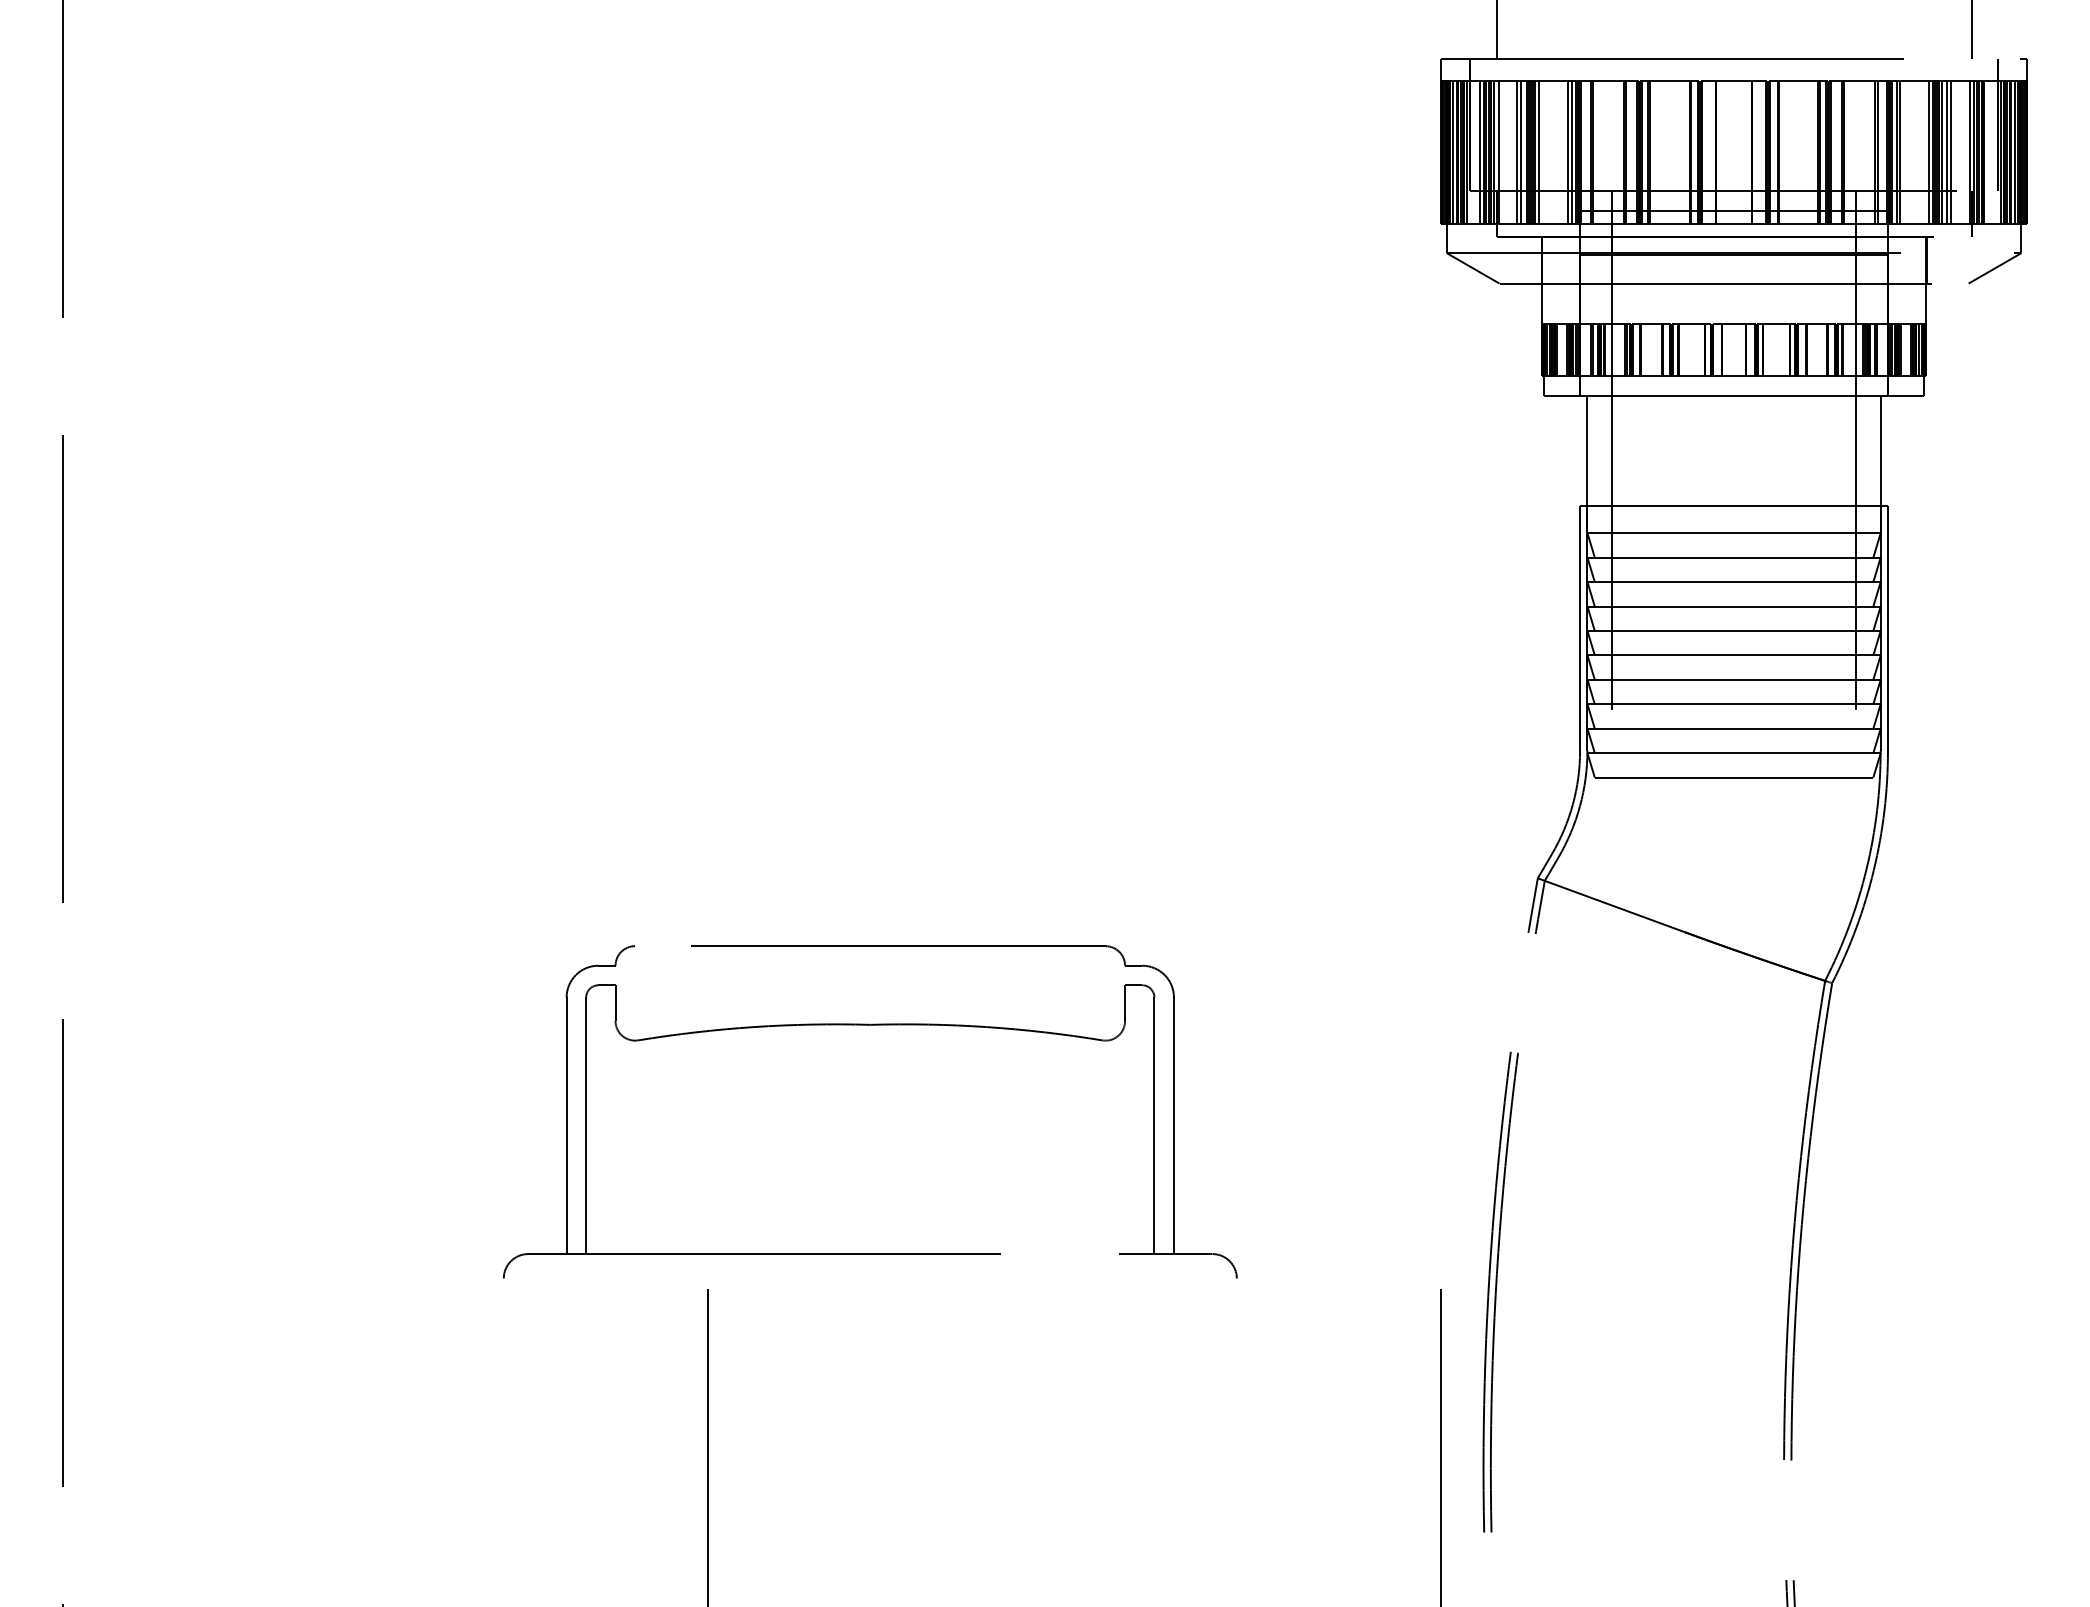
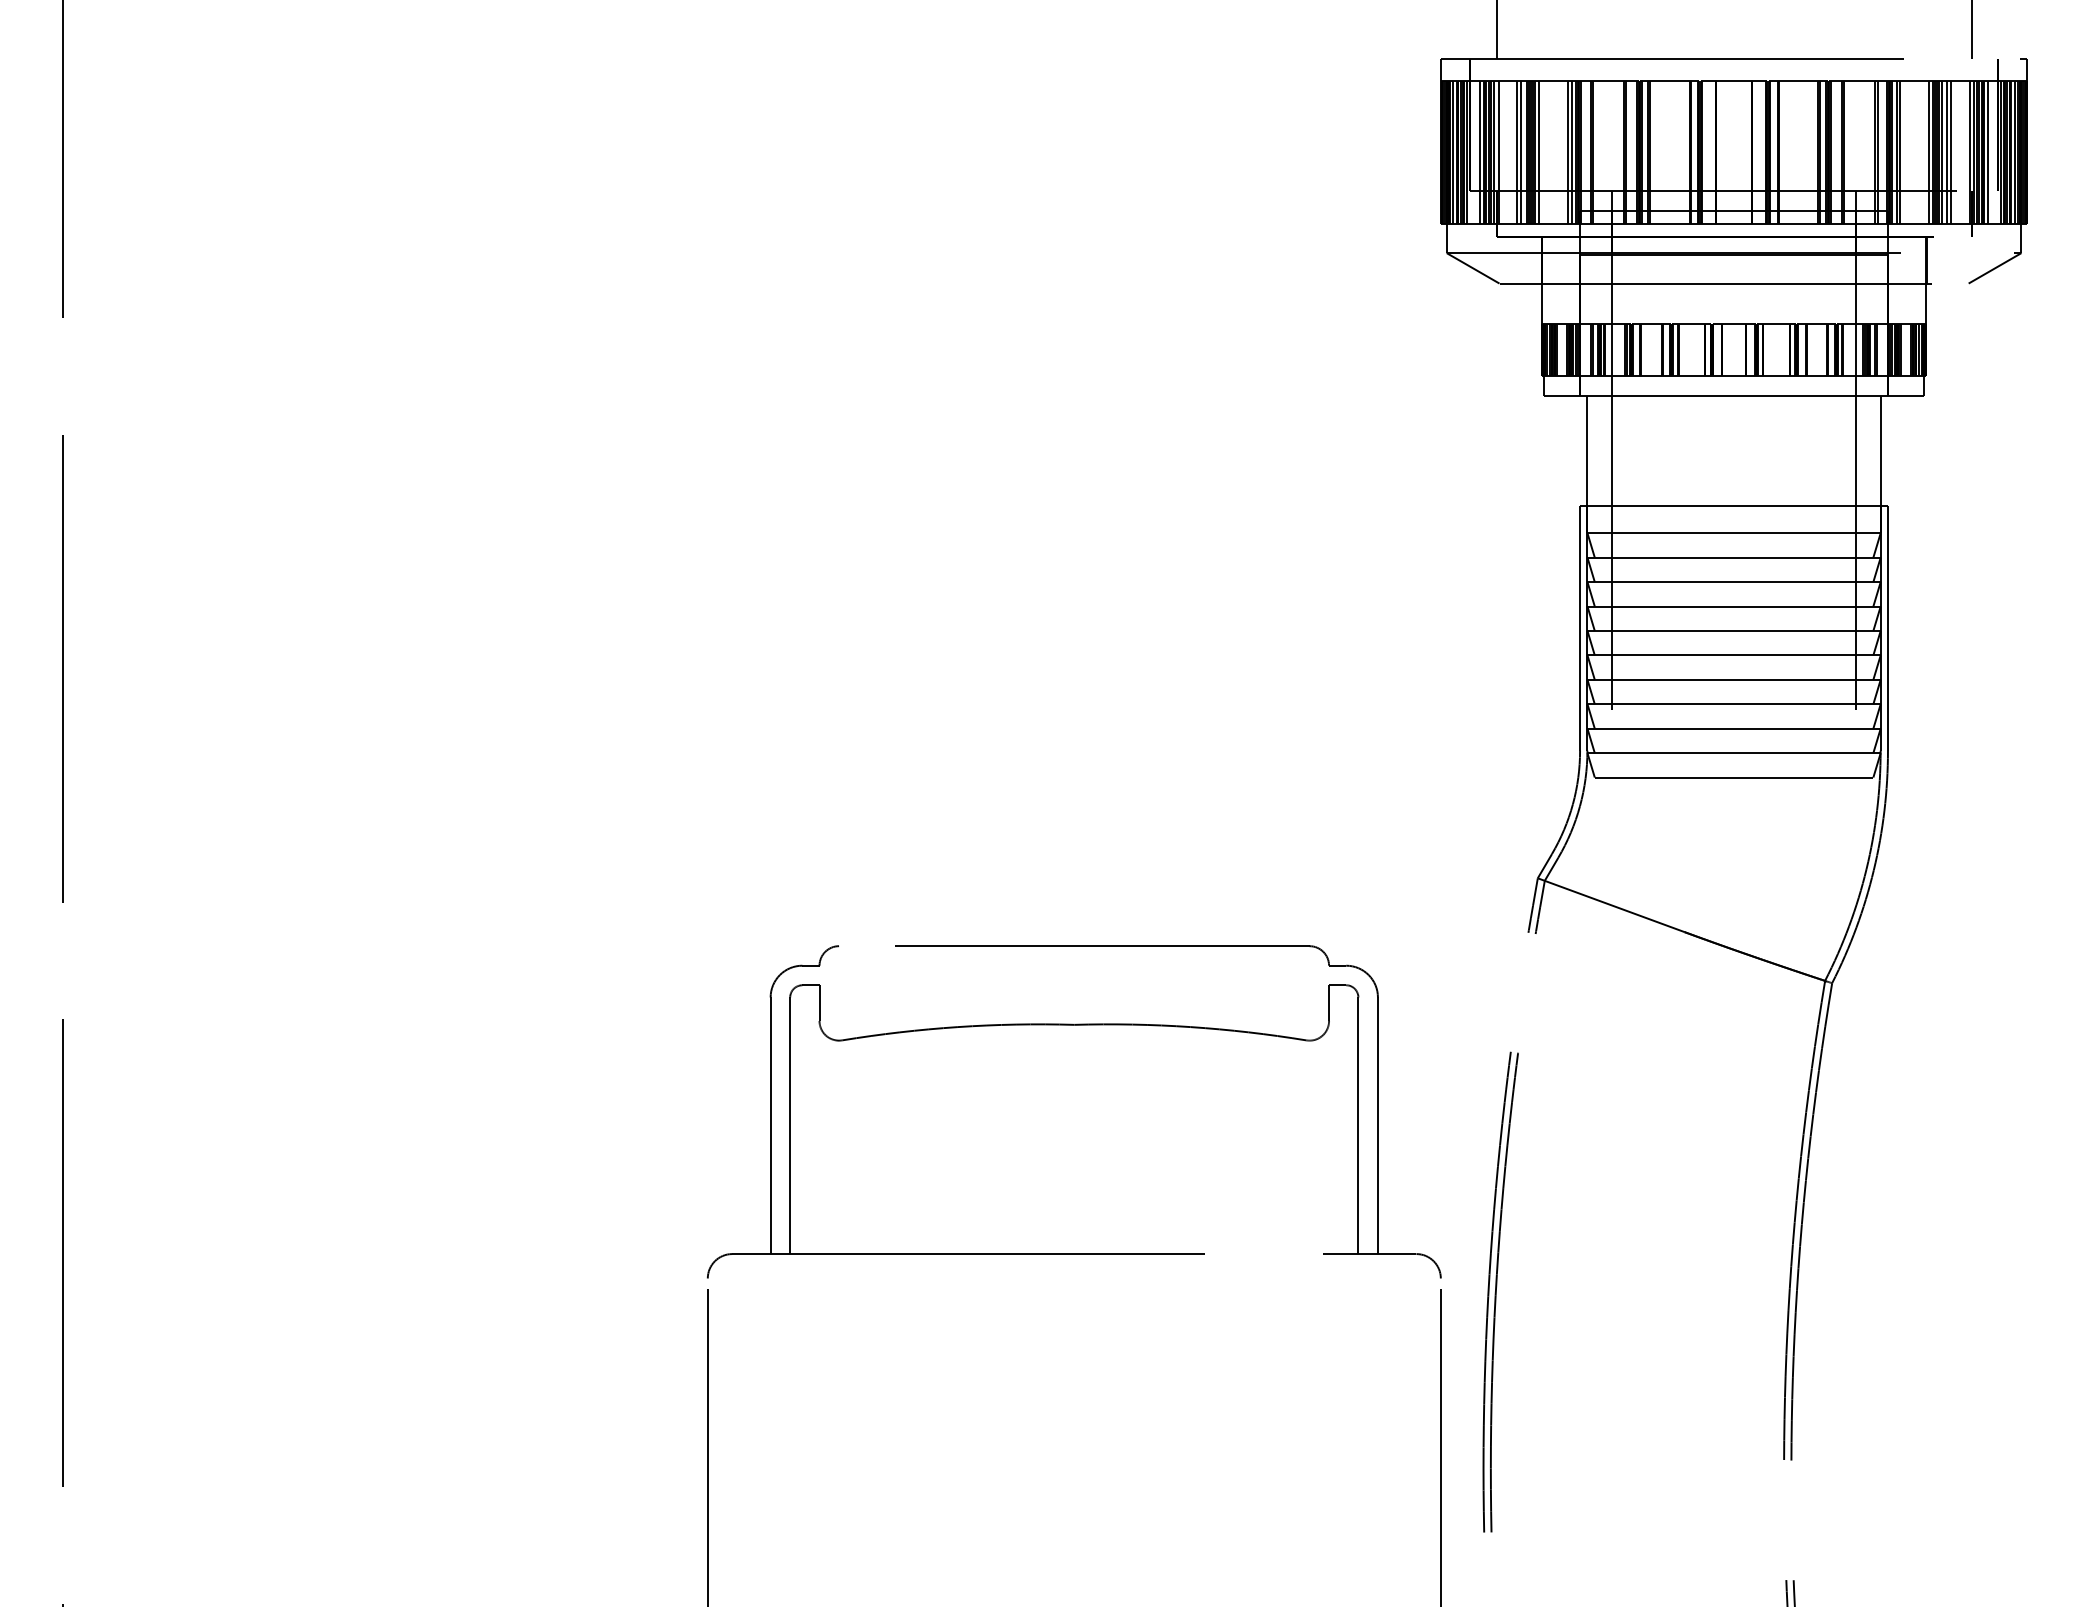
line at (1988, 152): none -> present
part at (870, 1025) position: (870, 1025) -> (1074, 1025)
